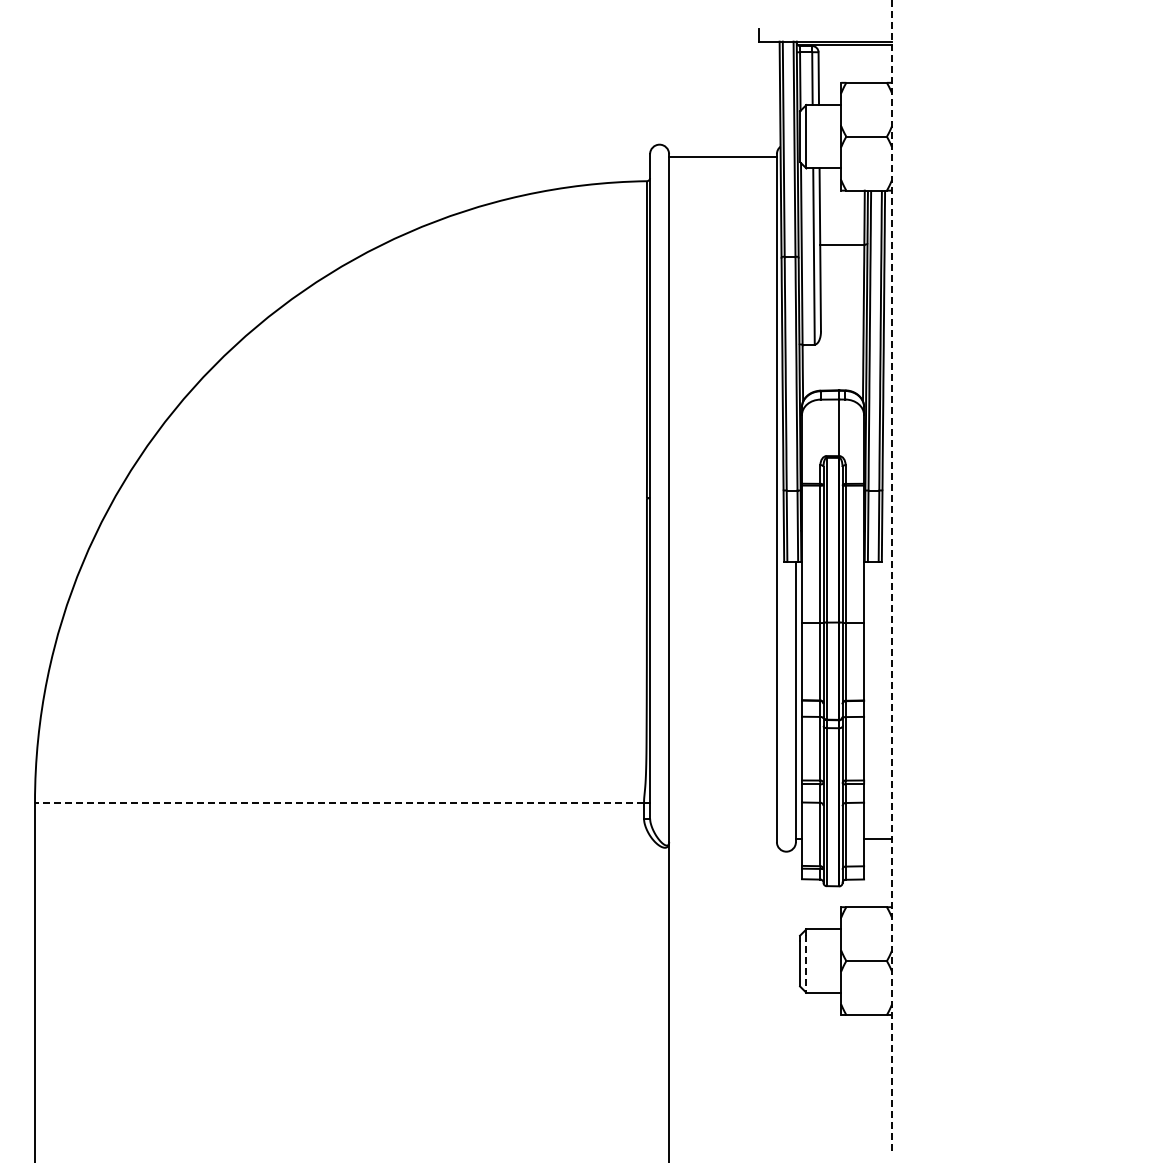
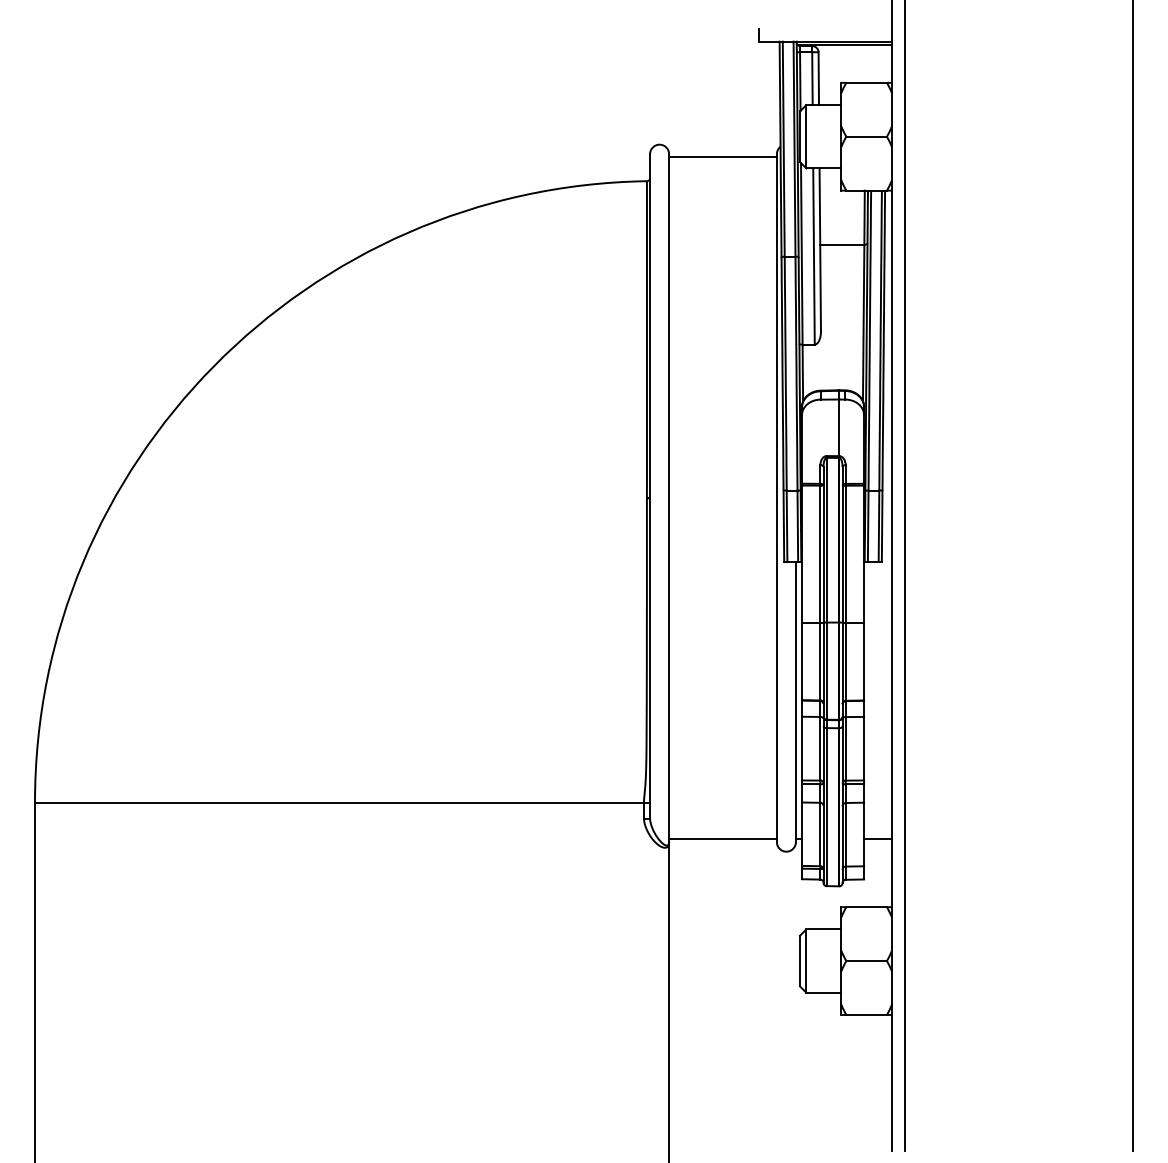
line at (892, 575): dashed -> solid
line at (904, 576): none -> present
line at (1132, 576): none -> present
line at (339, 802): dashed -> solid
line at (722, 839): none -> present
line at (806, 964): dashed -> solid
